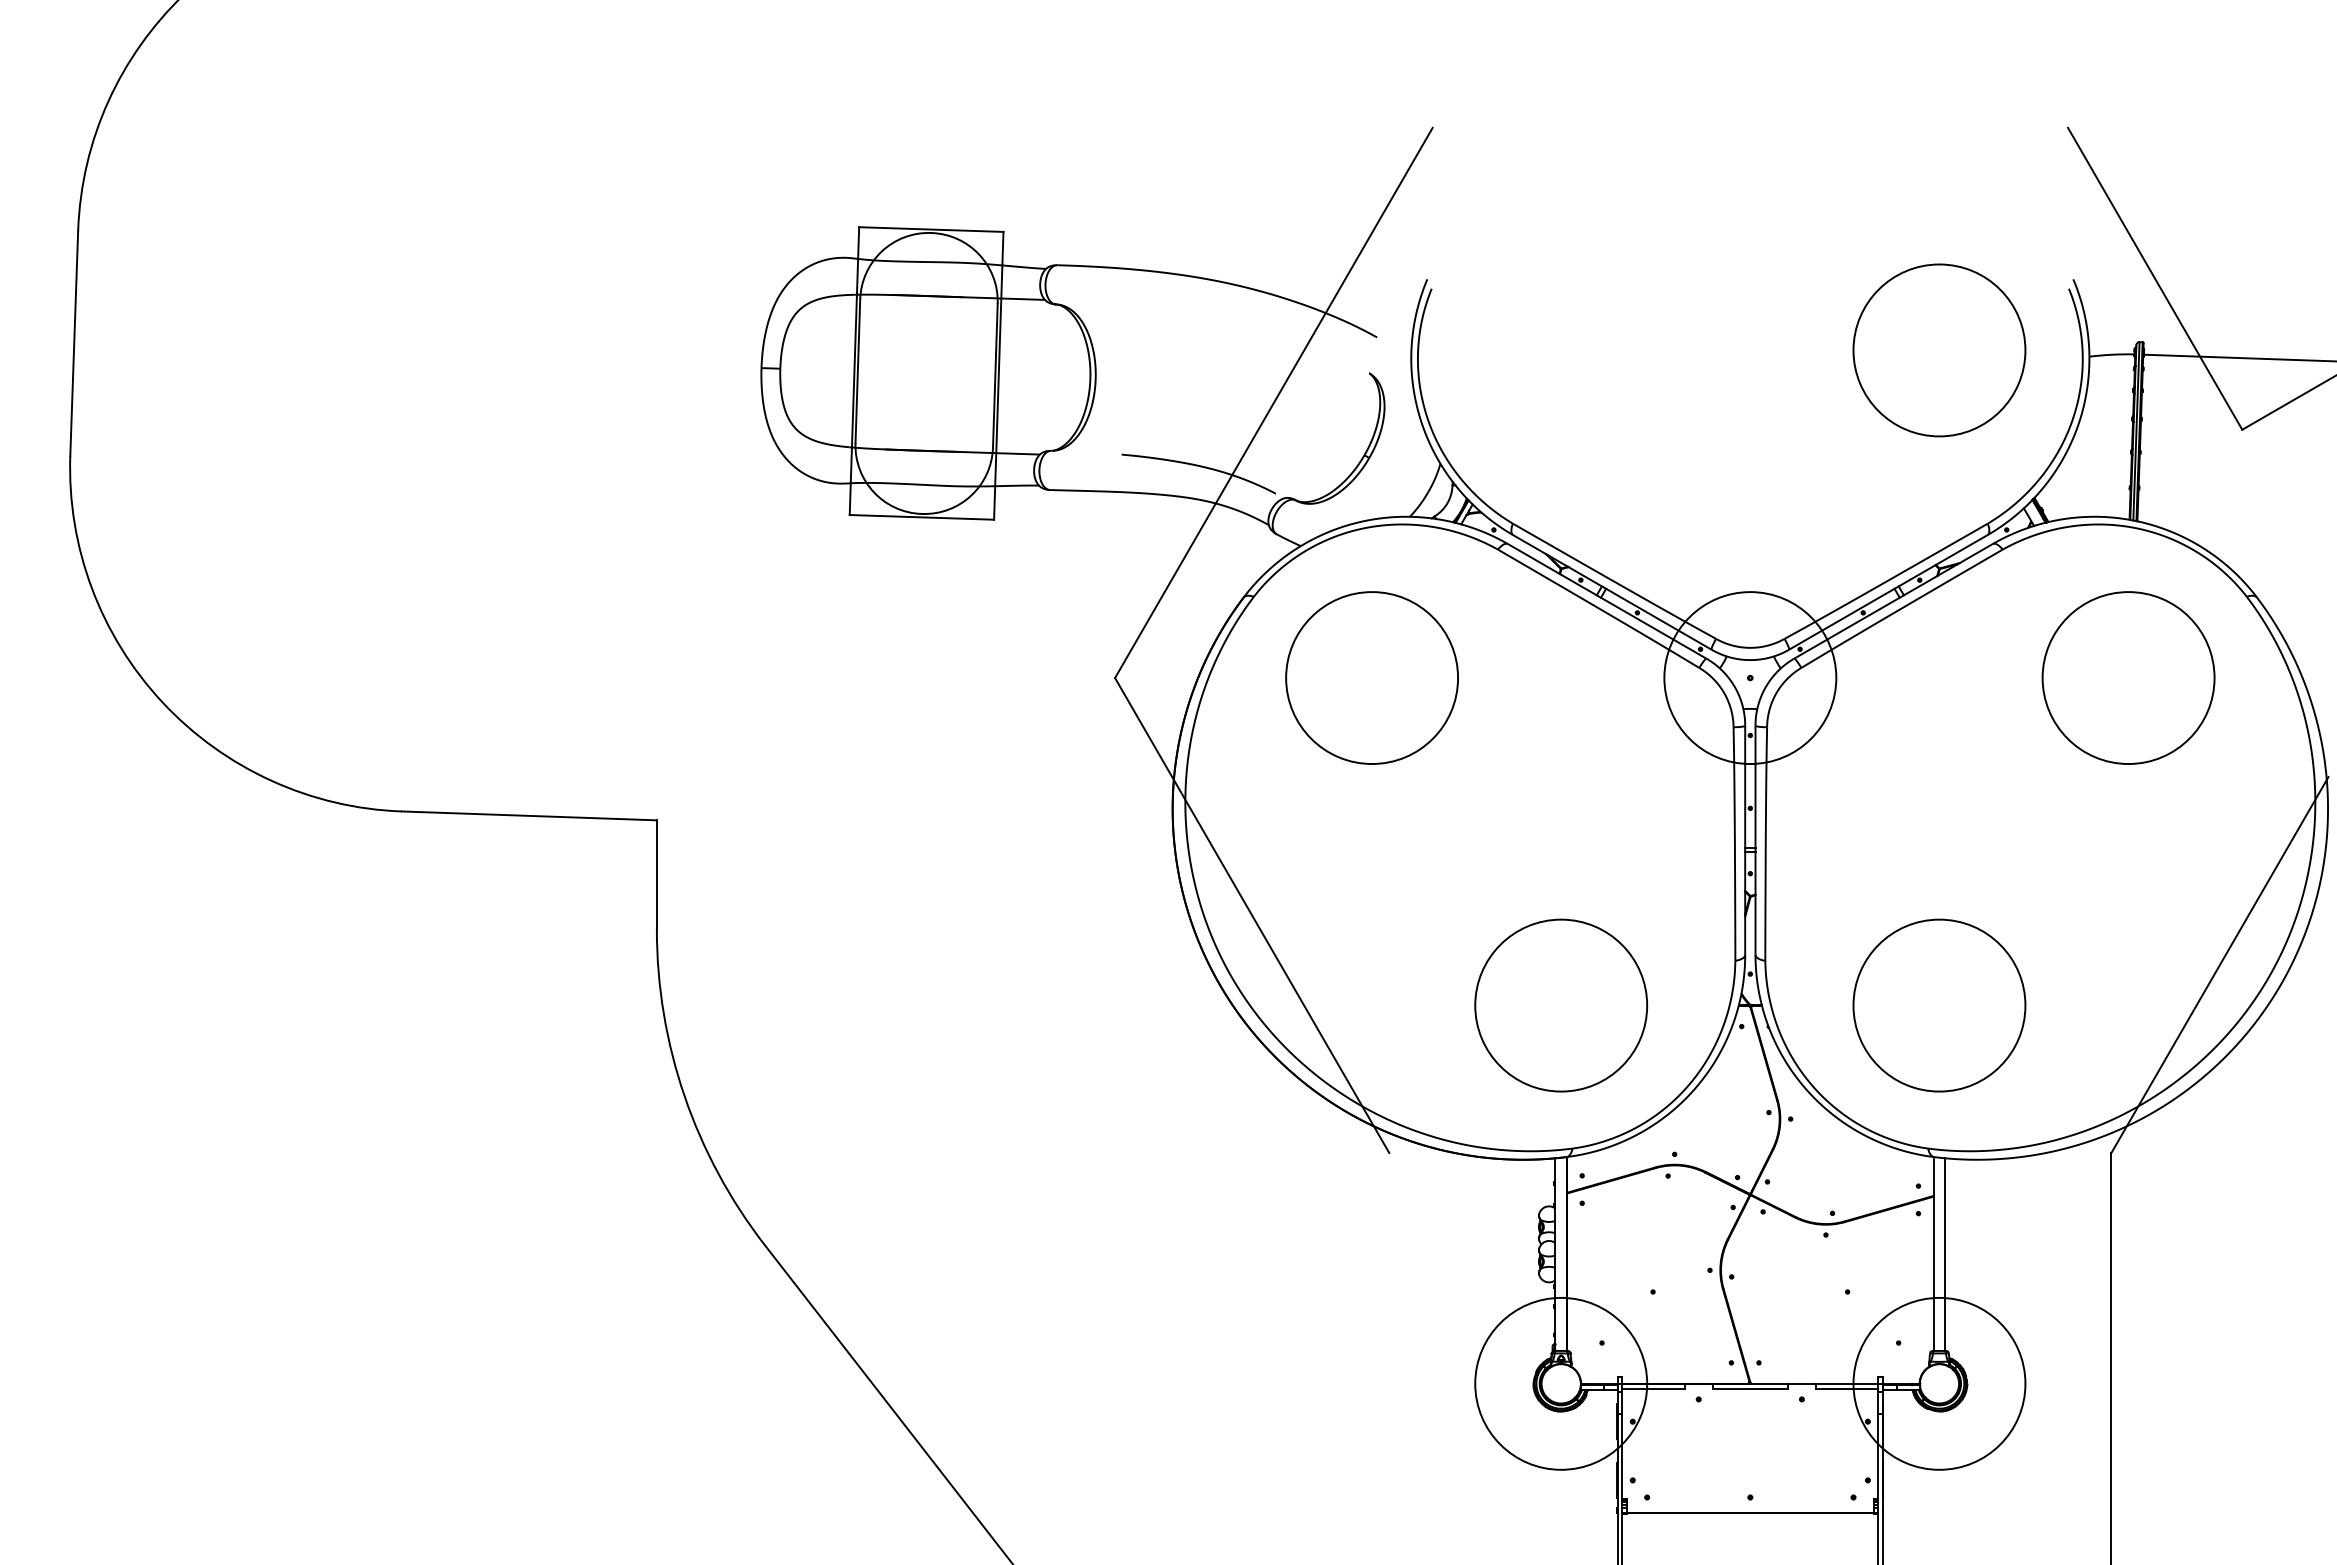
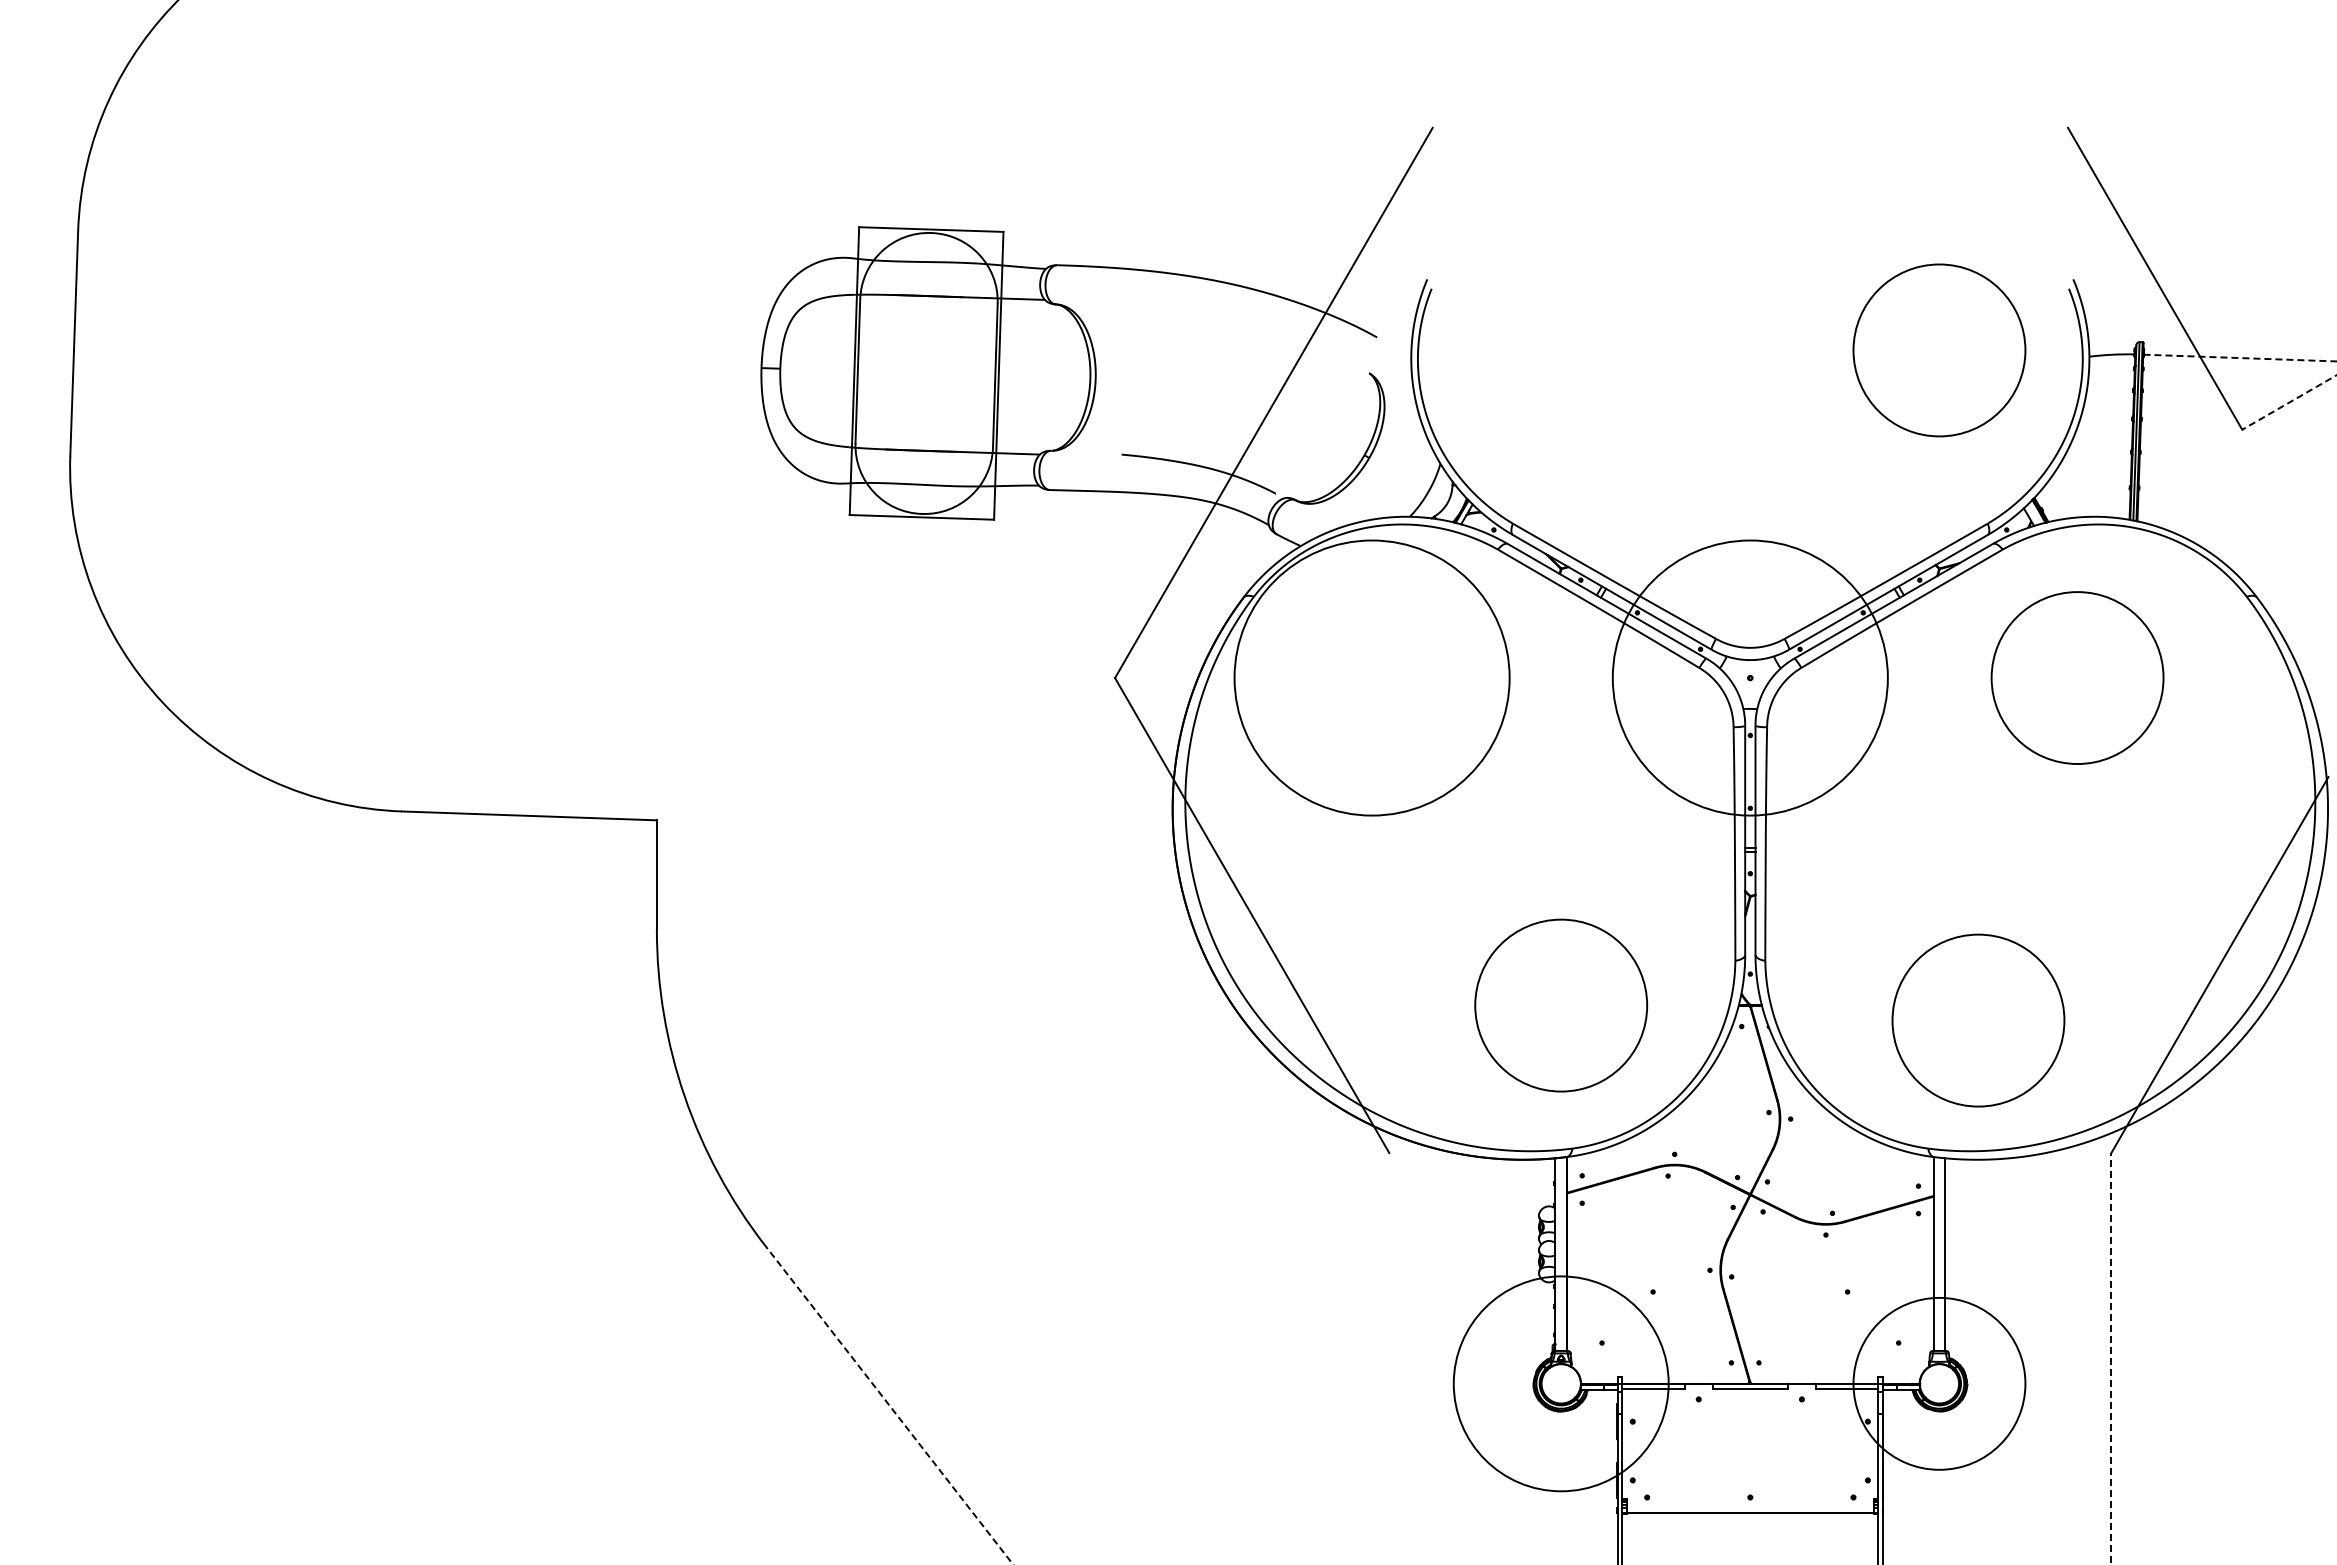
line at (2239, 358): solid -> dashed
line at (2289, 402): solid -> dashed
circle at (2128, 677) position: (2128, 677) -> (2077, 677)
circle at (1372, 678) diameter: 172 px -> 275 px
circle at (1750, 678) diameter: 172 px -> 275 px
circle at (1939, 1005) position: (1939, 1005) -> (1978, 1020)
line at (2111, 1358): solid -> dashed
circle at (1561, 1383) diameter: 172 px -> 215 px
line at (889, 1405): solid -> dashed
